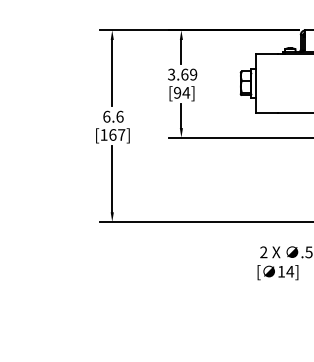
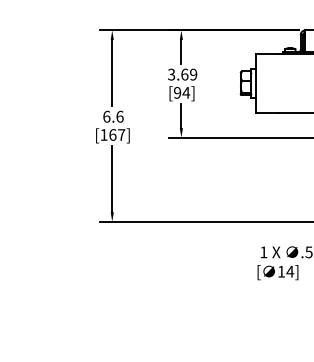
text at (263, 252): 2 -> 1
